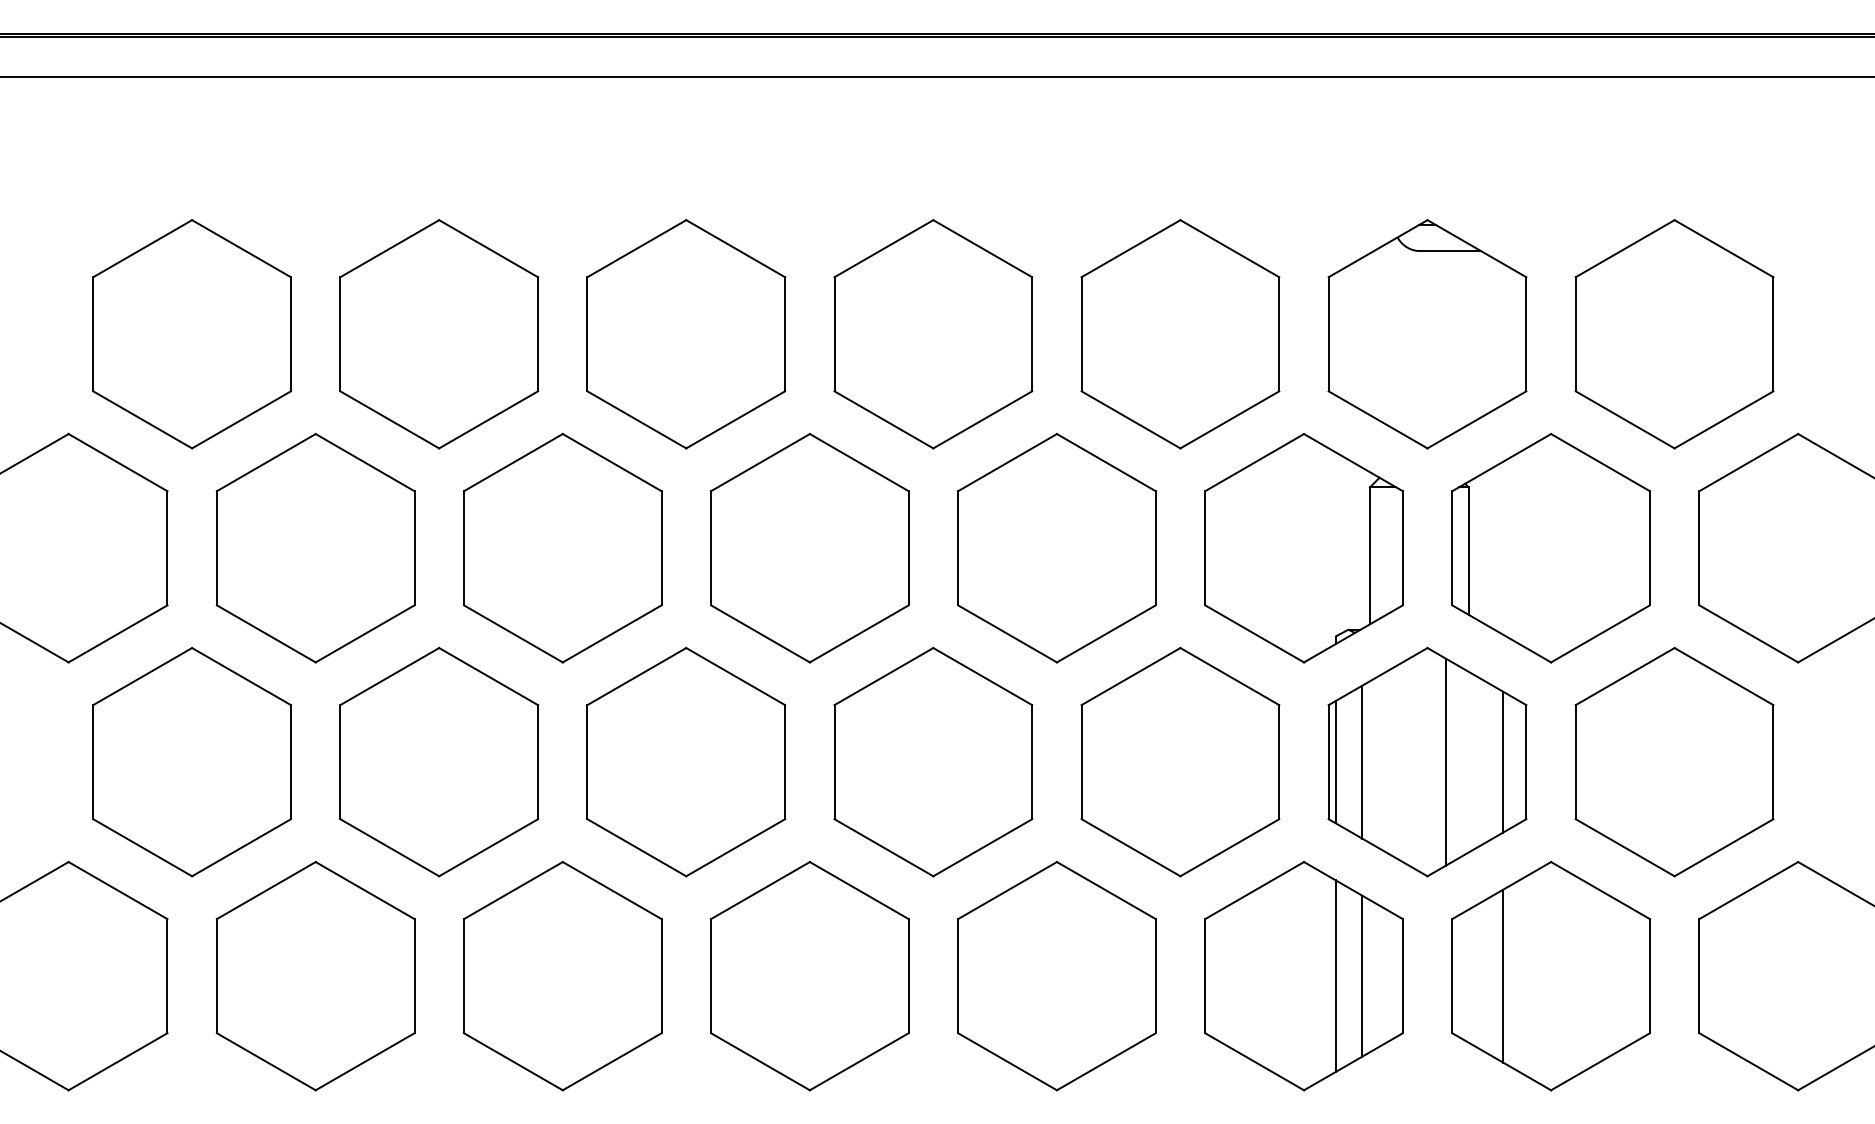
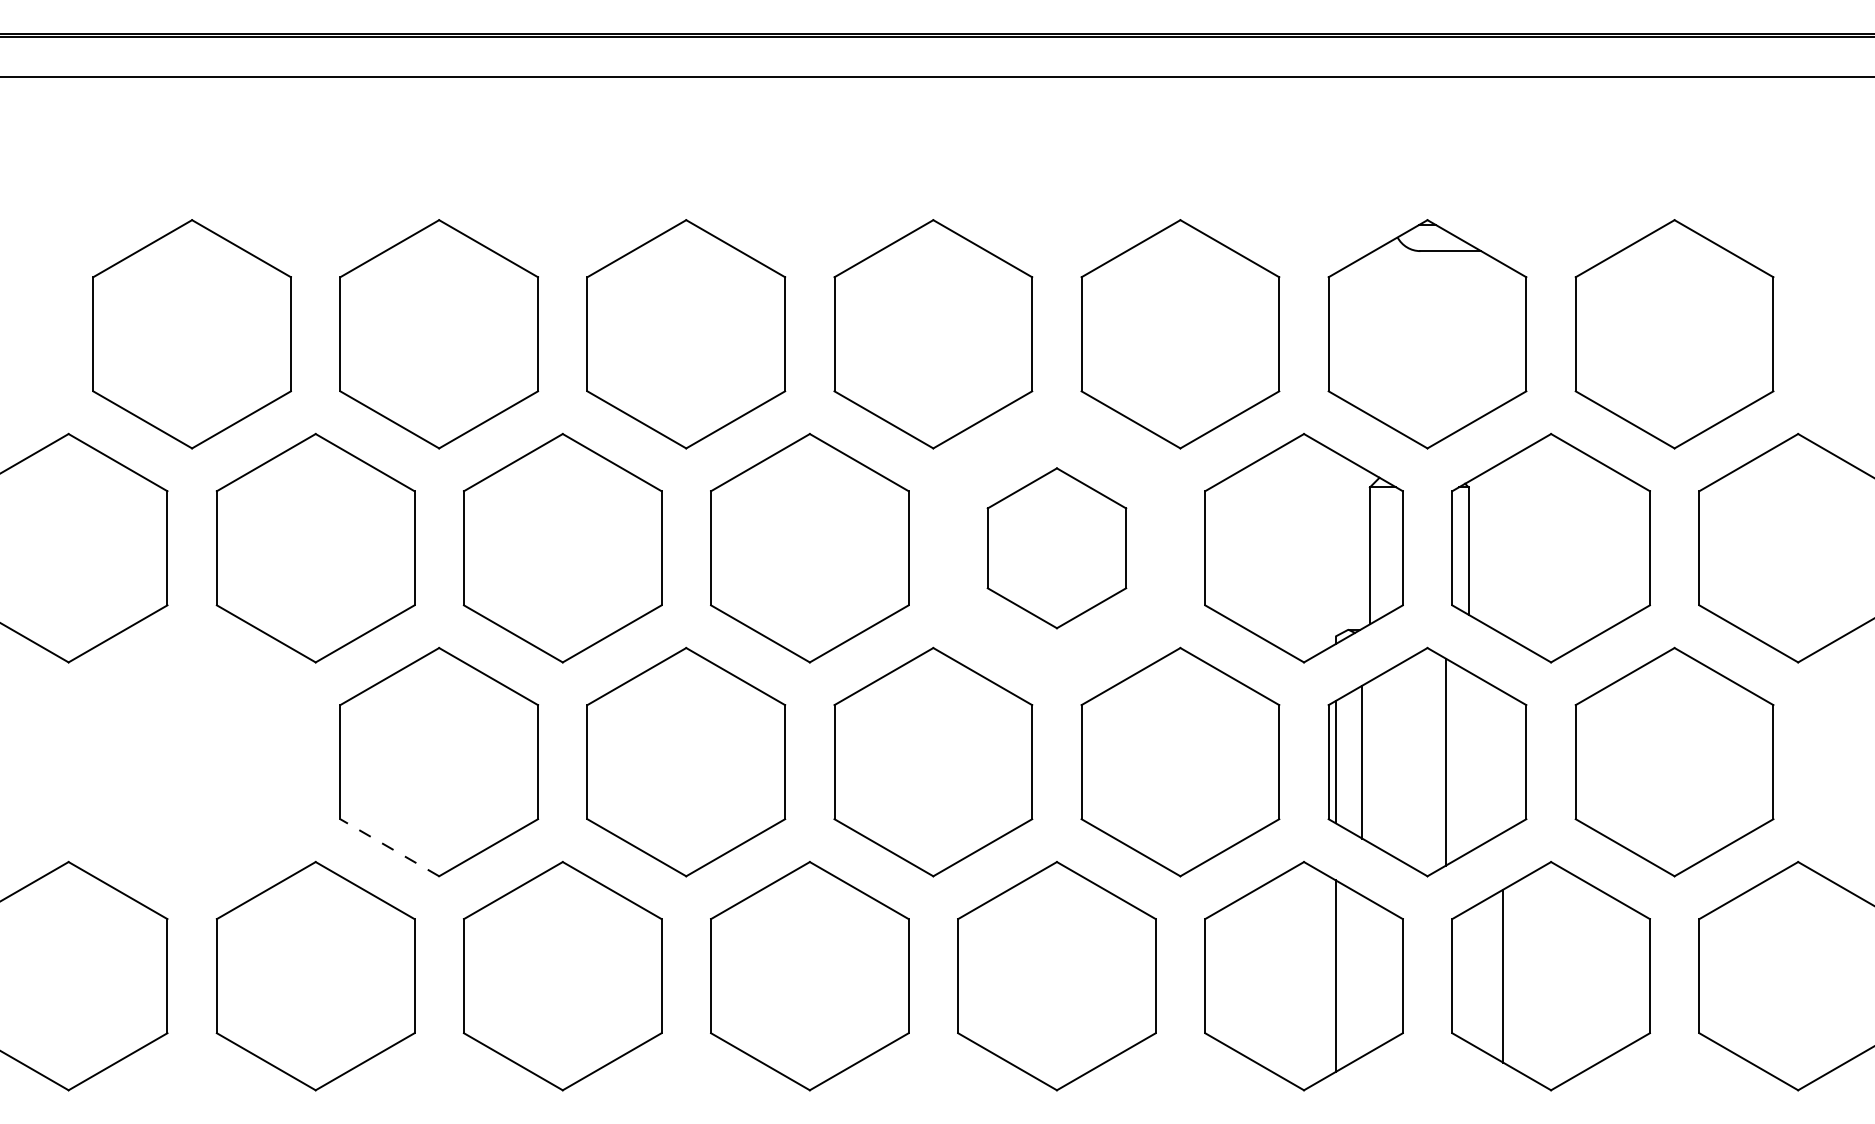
part at (1056, 548) size: 200x231 px -> 142x163 px
line at (1503, 761): present -> none
part at (191, 762): present -> none
line at (389, 847): solid -> dashed
line at (1362, 975): present -> none
